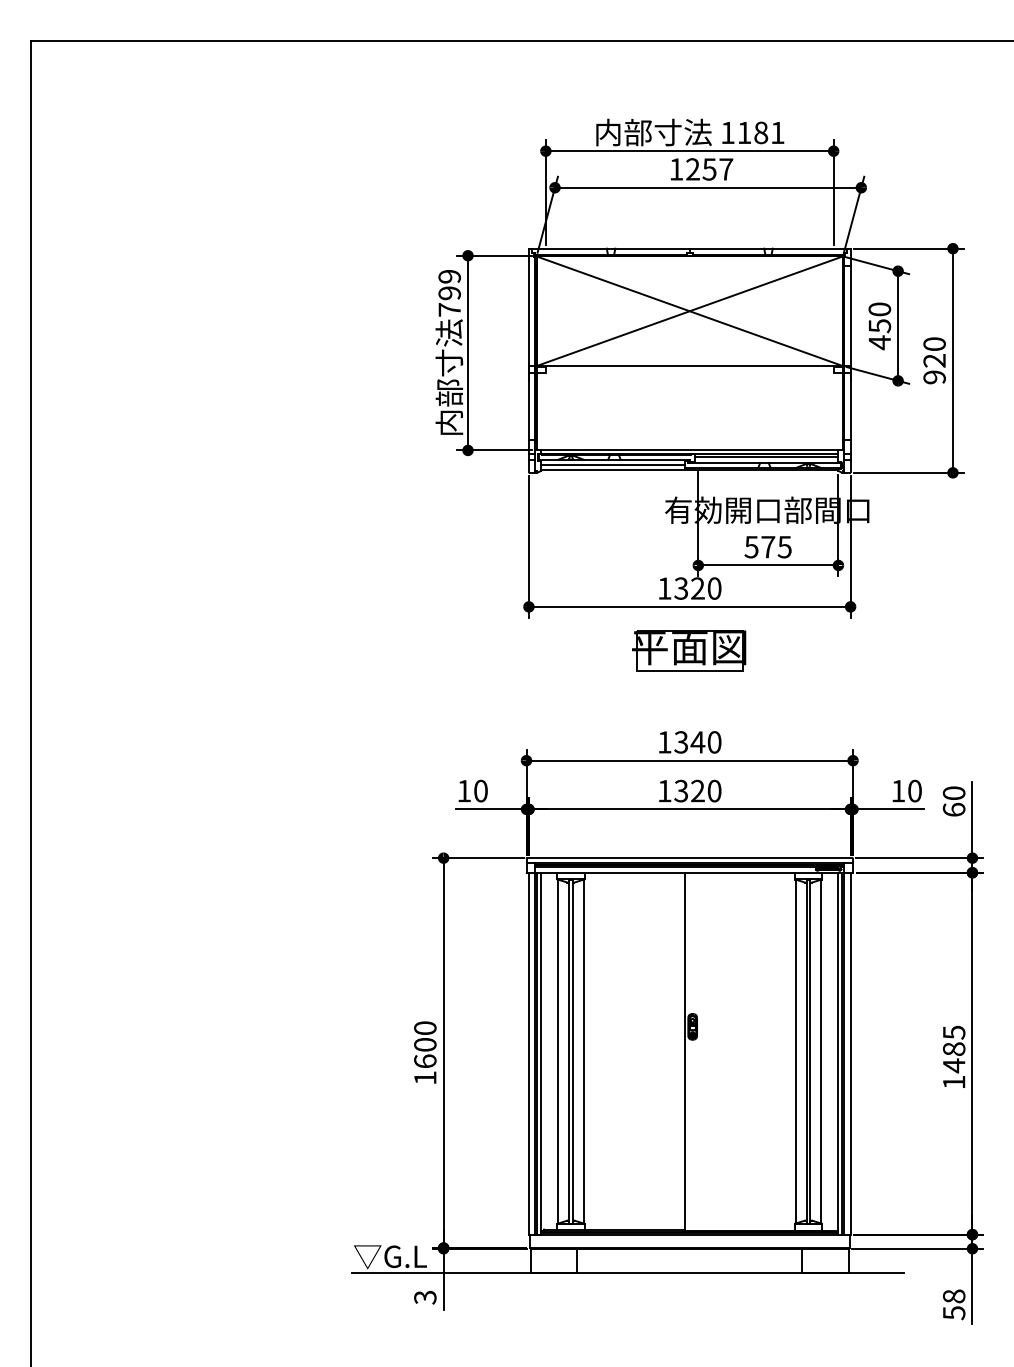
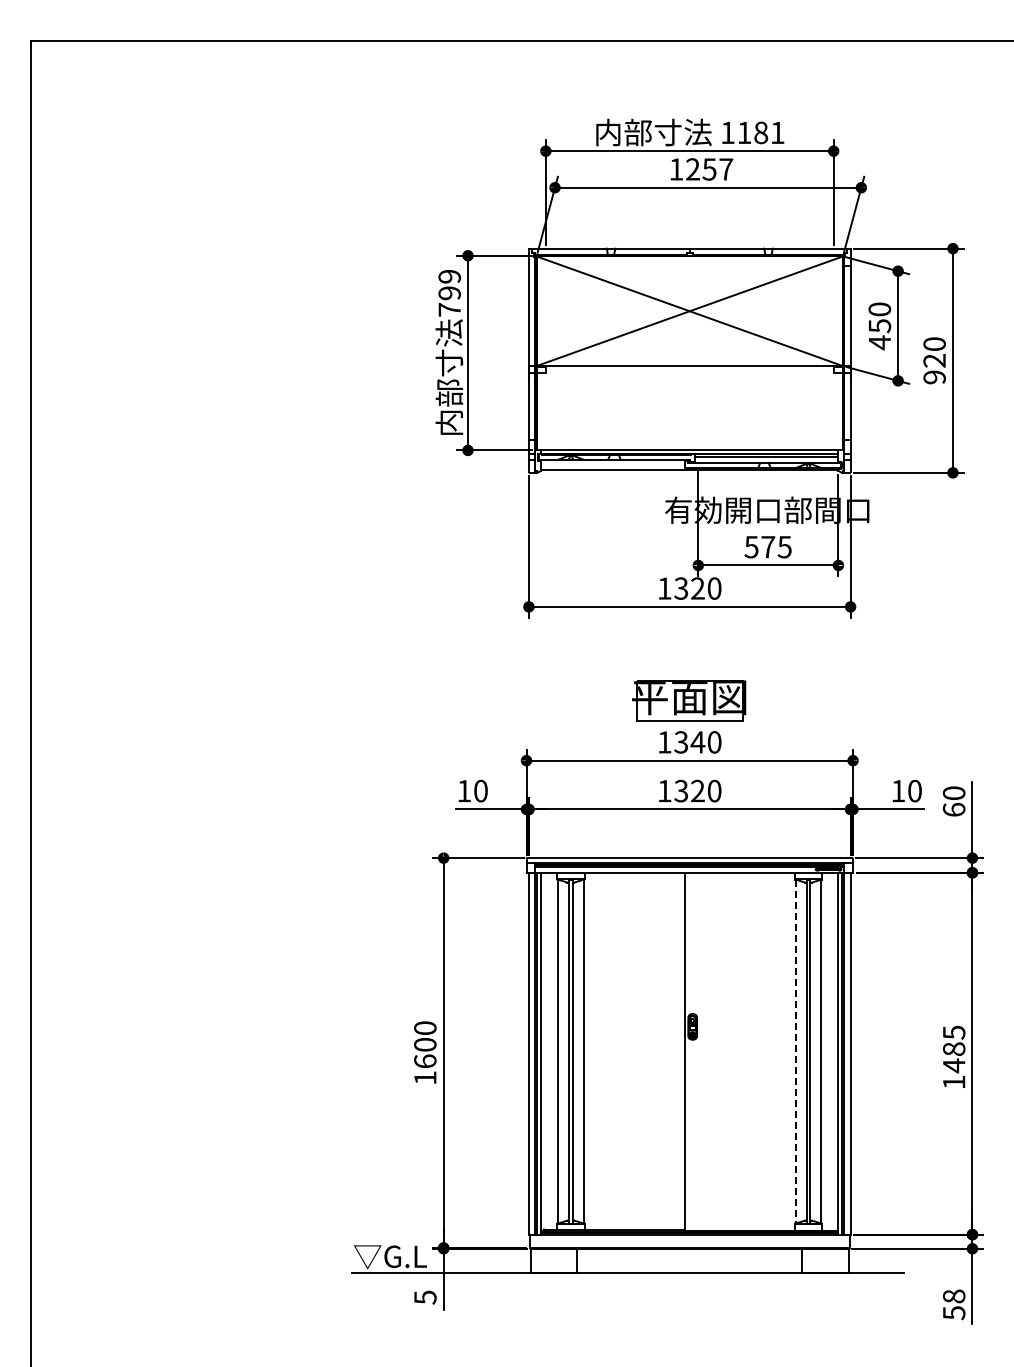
line at (612, 465): present -> none
part at (689, 650) position: (689, 650) -> (689, 700)
line at (795, 1052): solid -> dashed
text at (425, 1296): 3 -> 5
